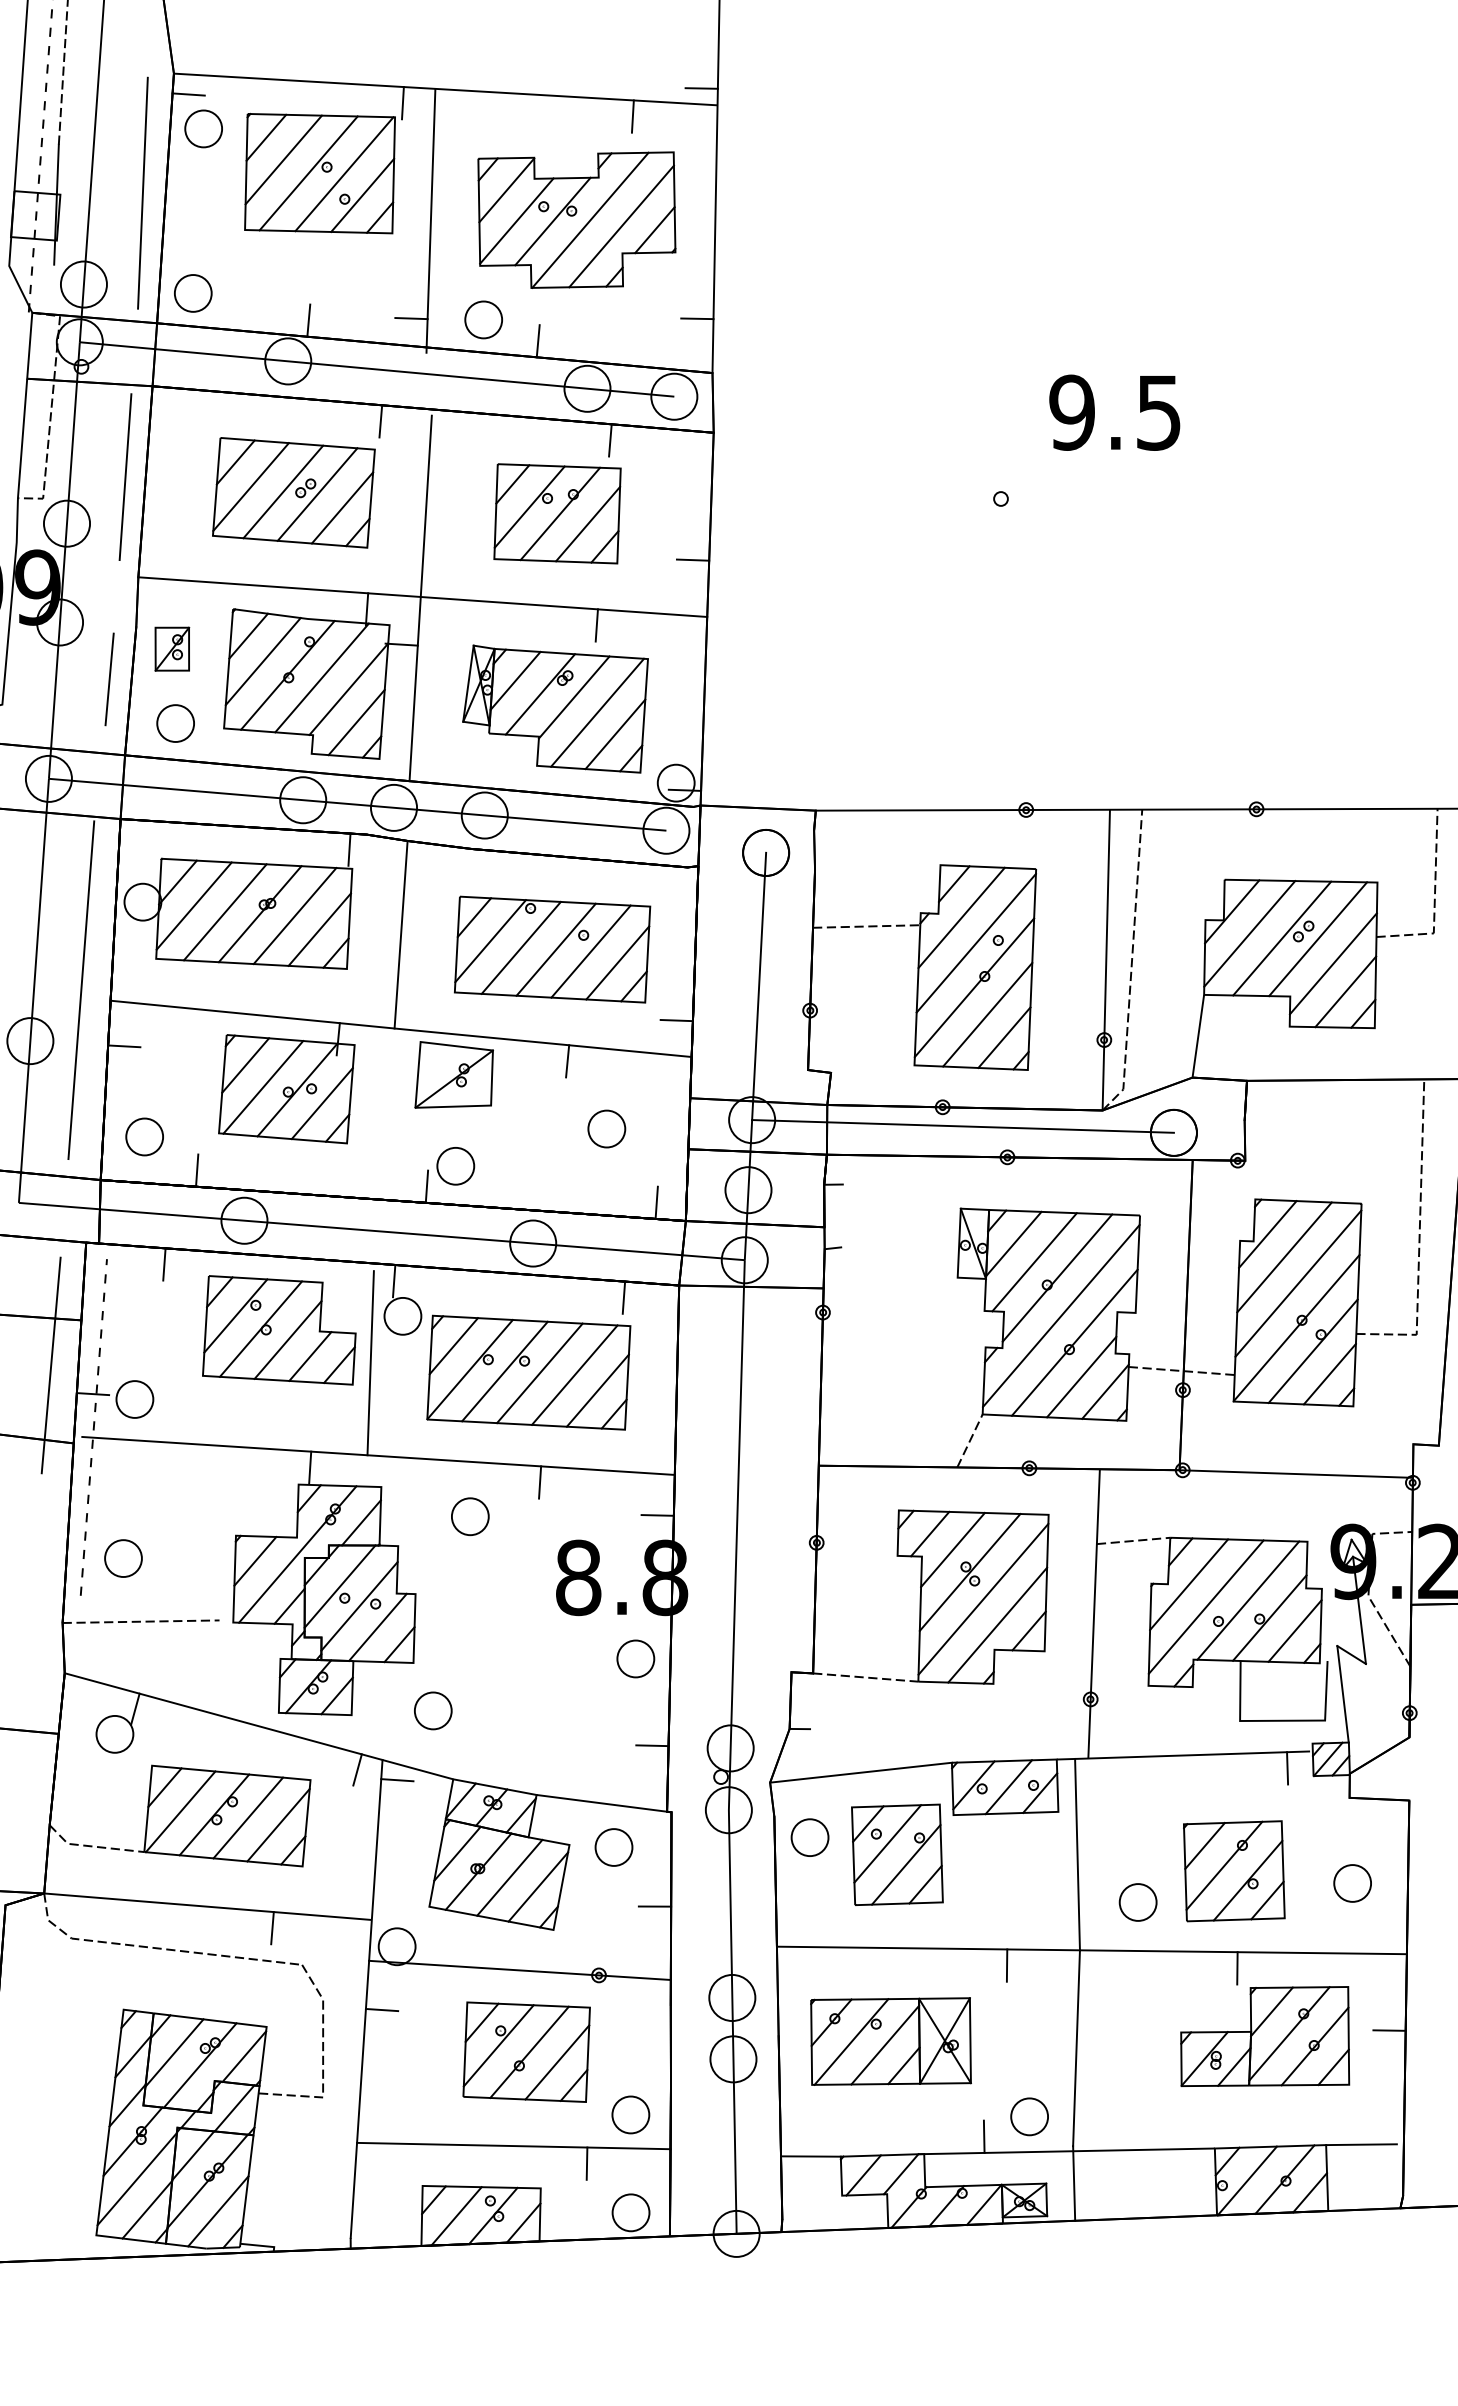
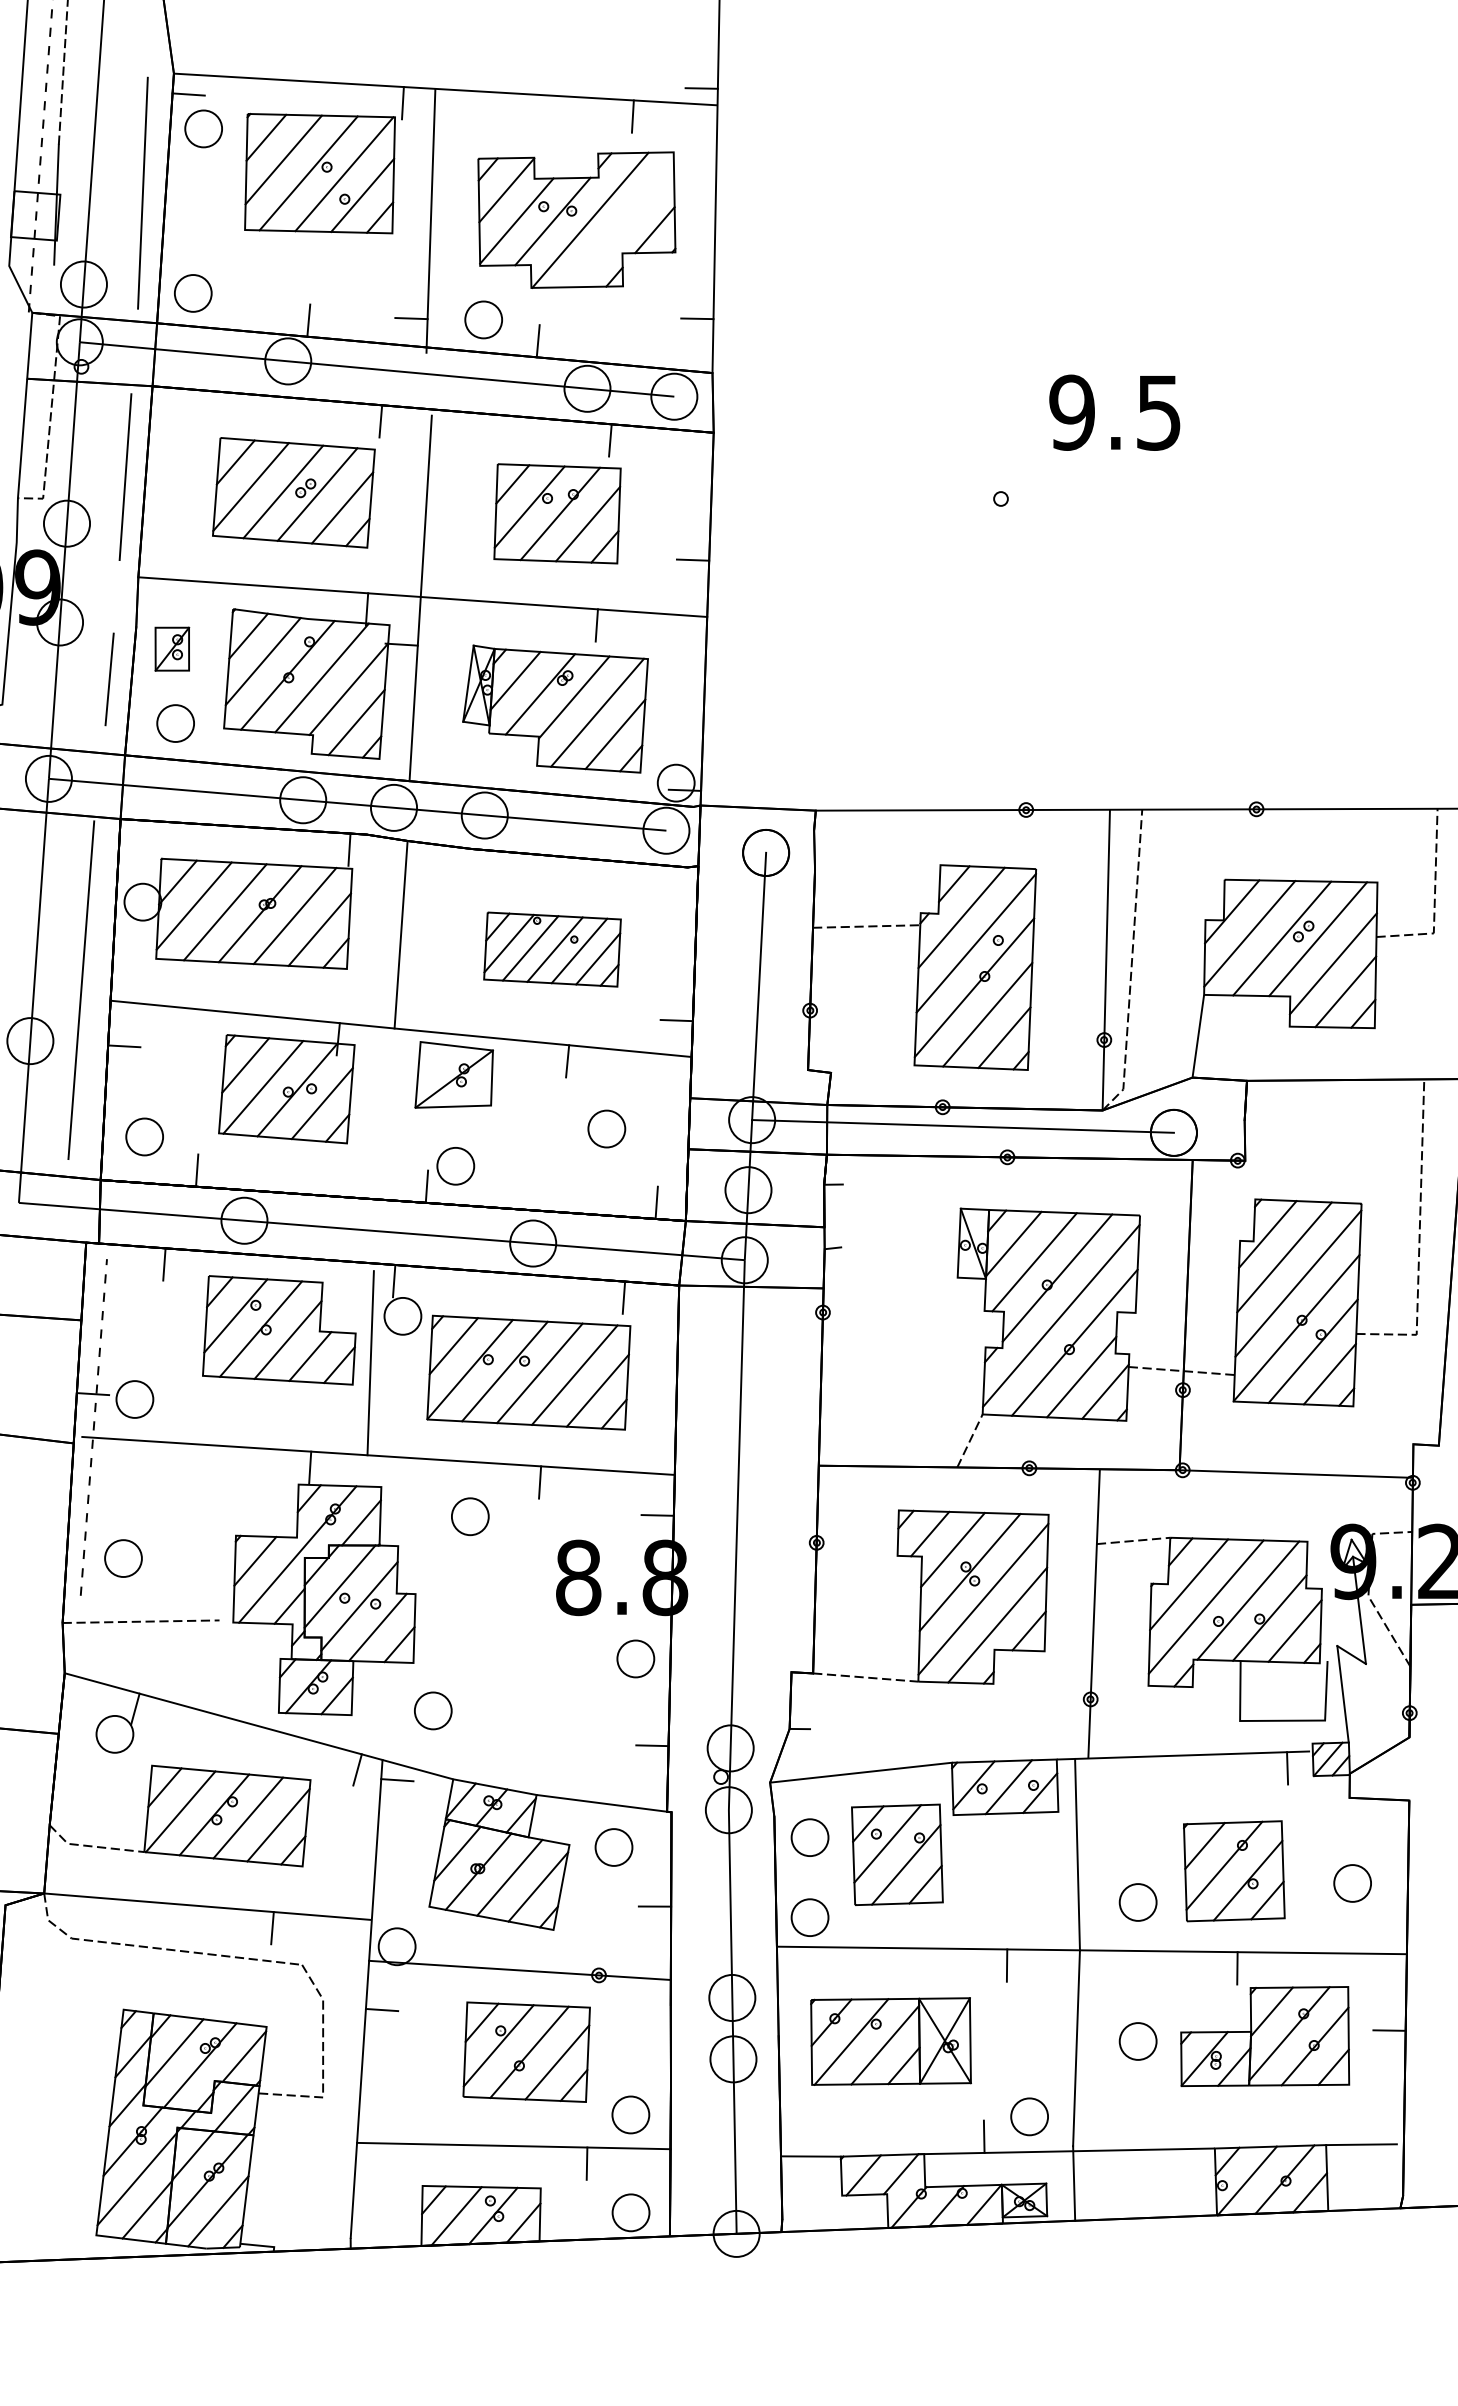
line at (621, 226): present -> none
part at (552, 949) size: 199x109 px -> 139x77 px
line at (50, 1365): present -> none
part at (809, 1917): none -> present
part at (1137, 2041): none -> present
